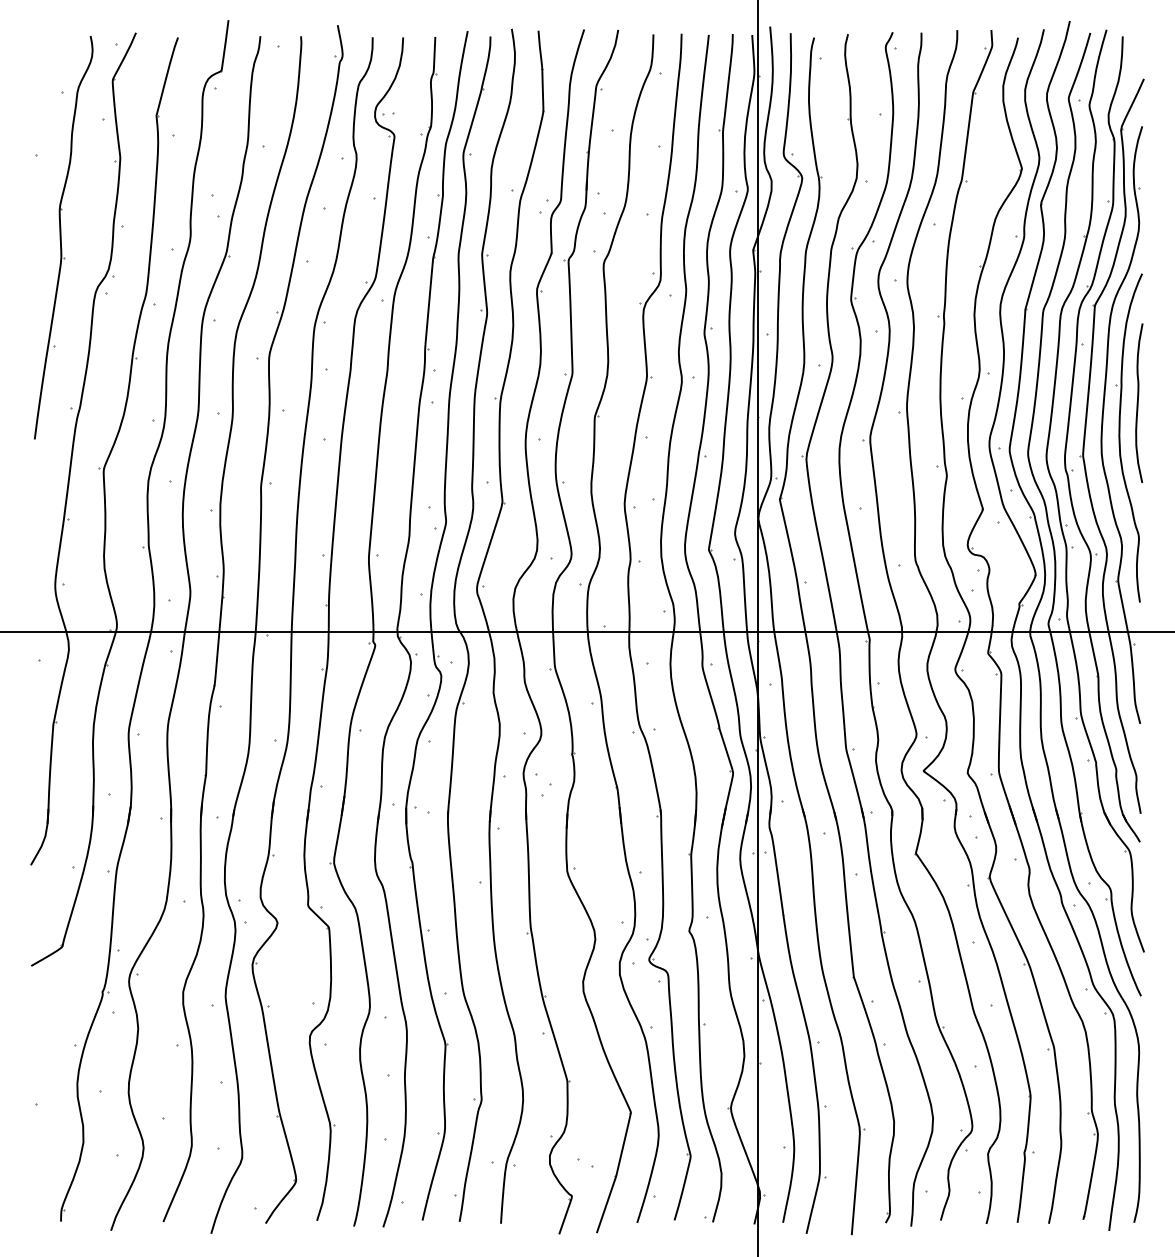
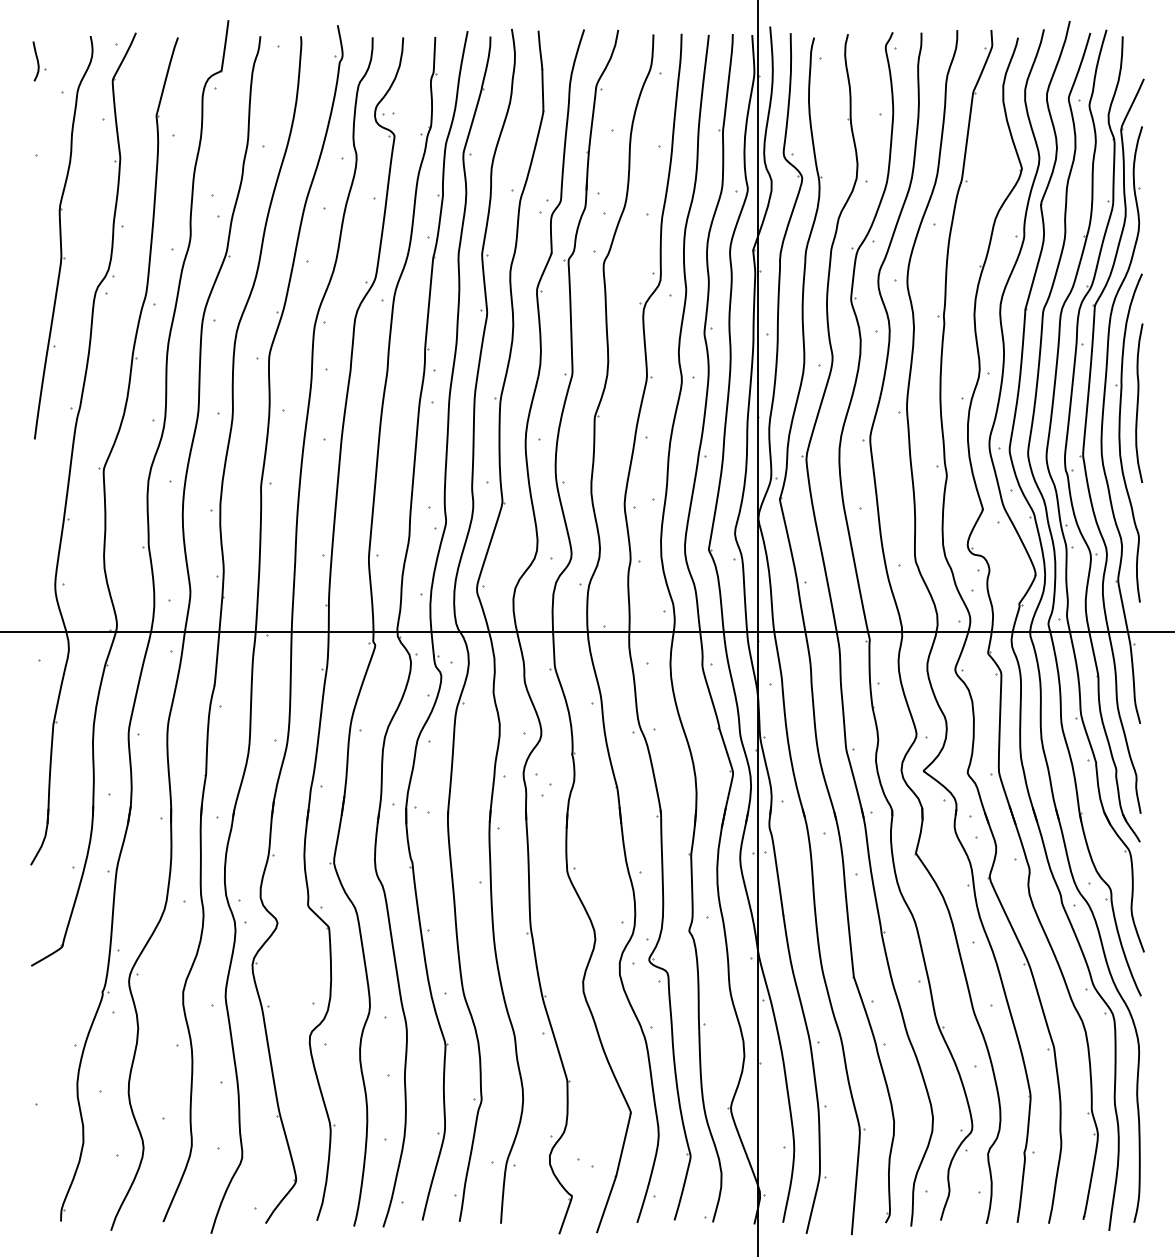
part at (39, 61): none -> present
